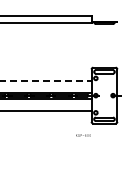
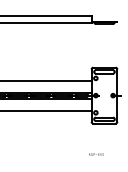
line at (46, 80): dashed -> solid
text at (83, 135) position: (83, 135) -> (96, 154)
